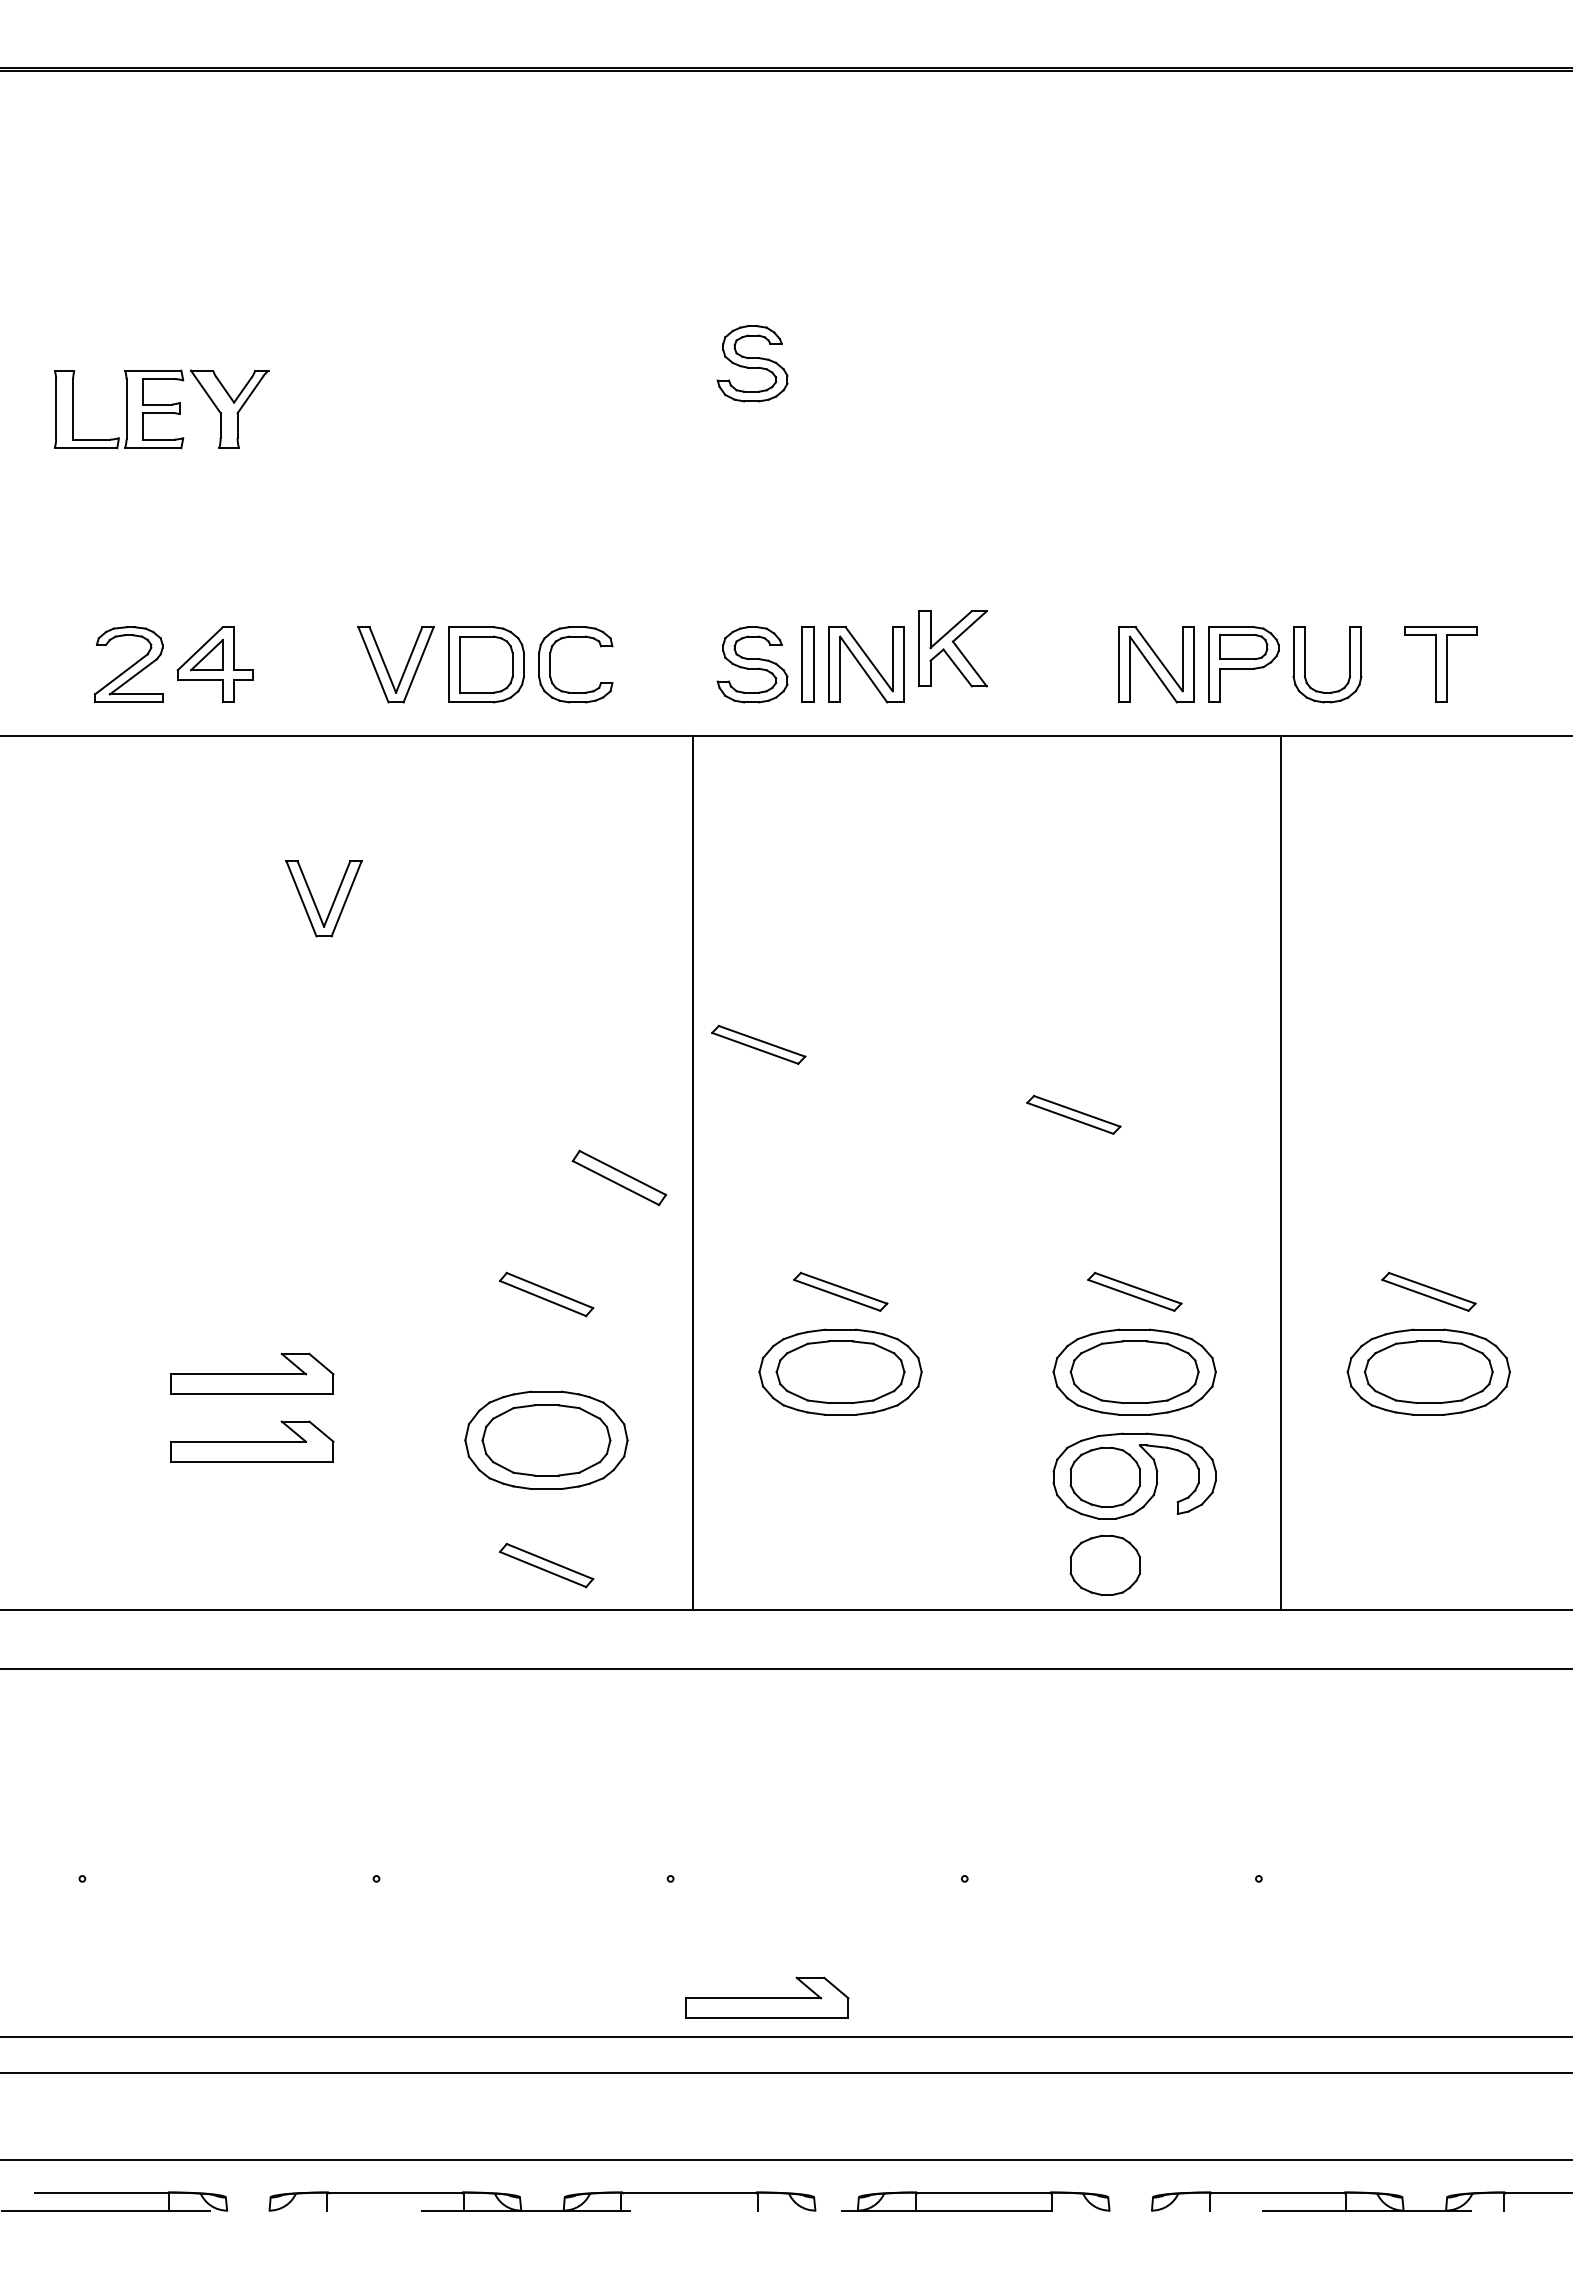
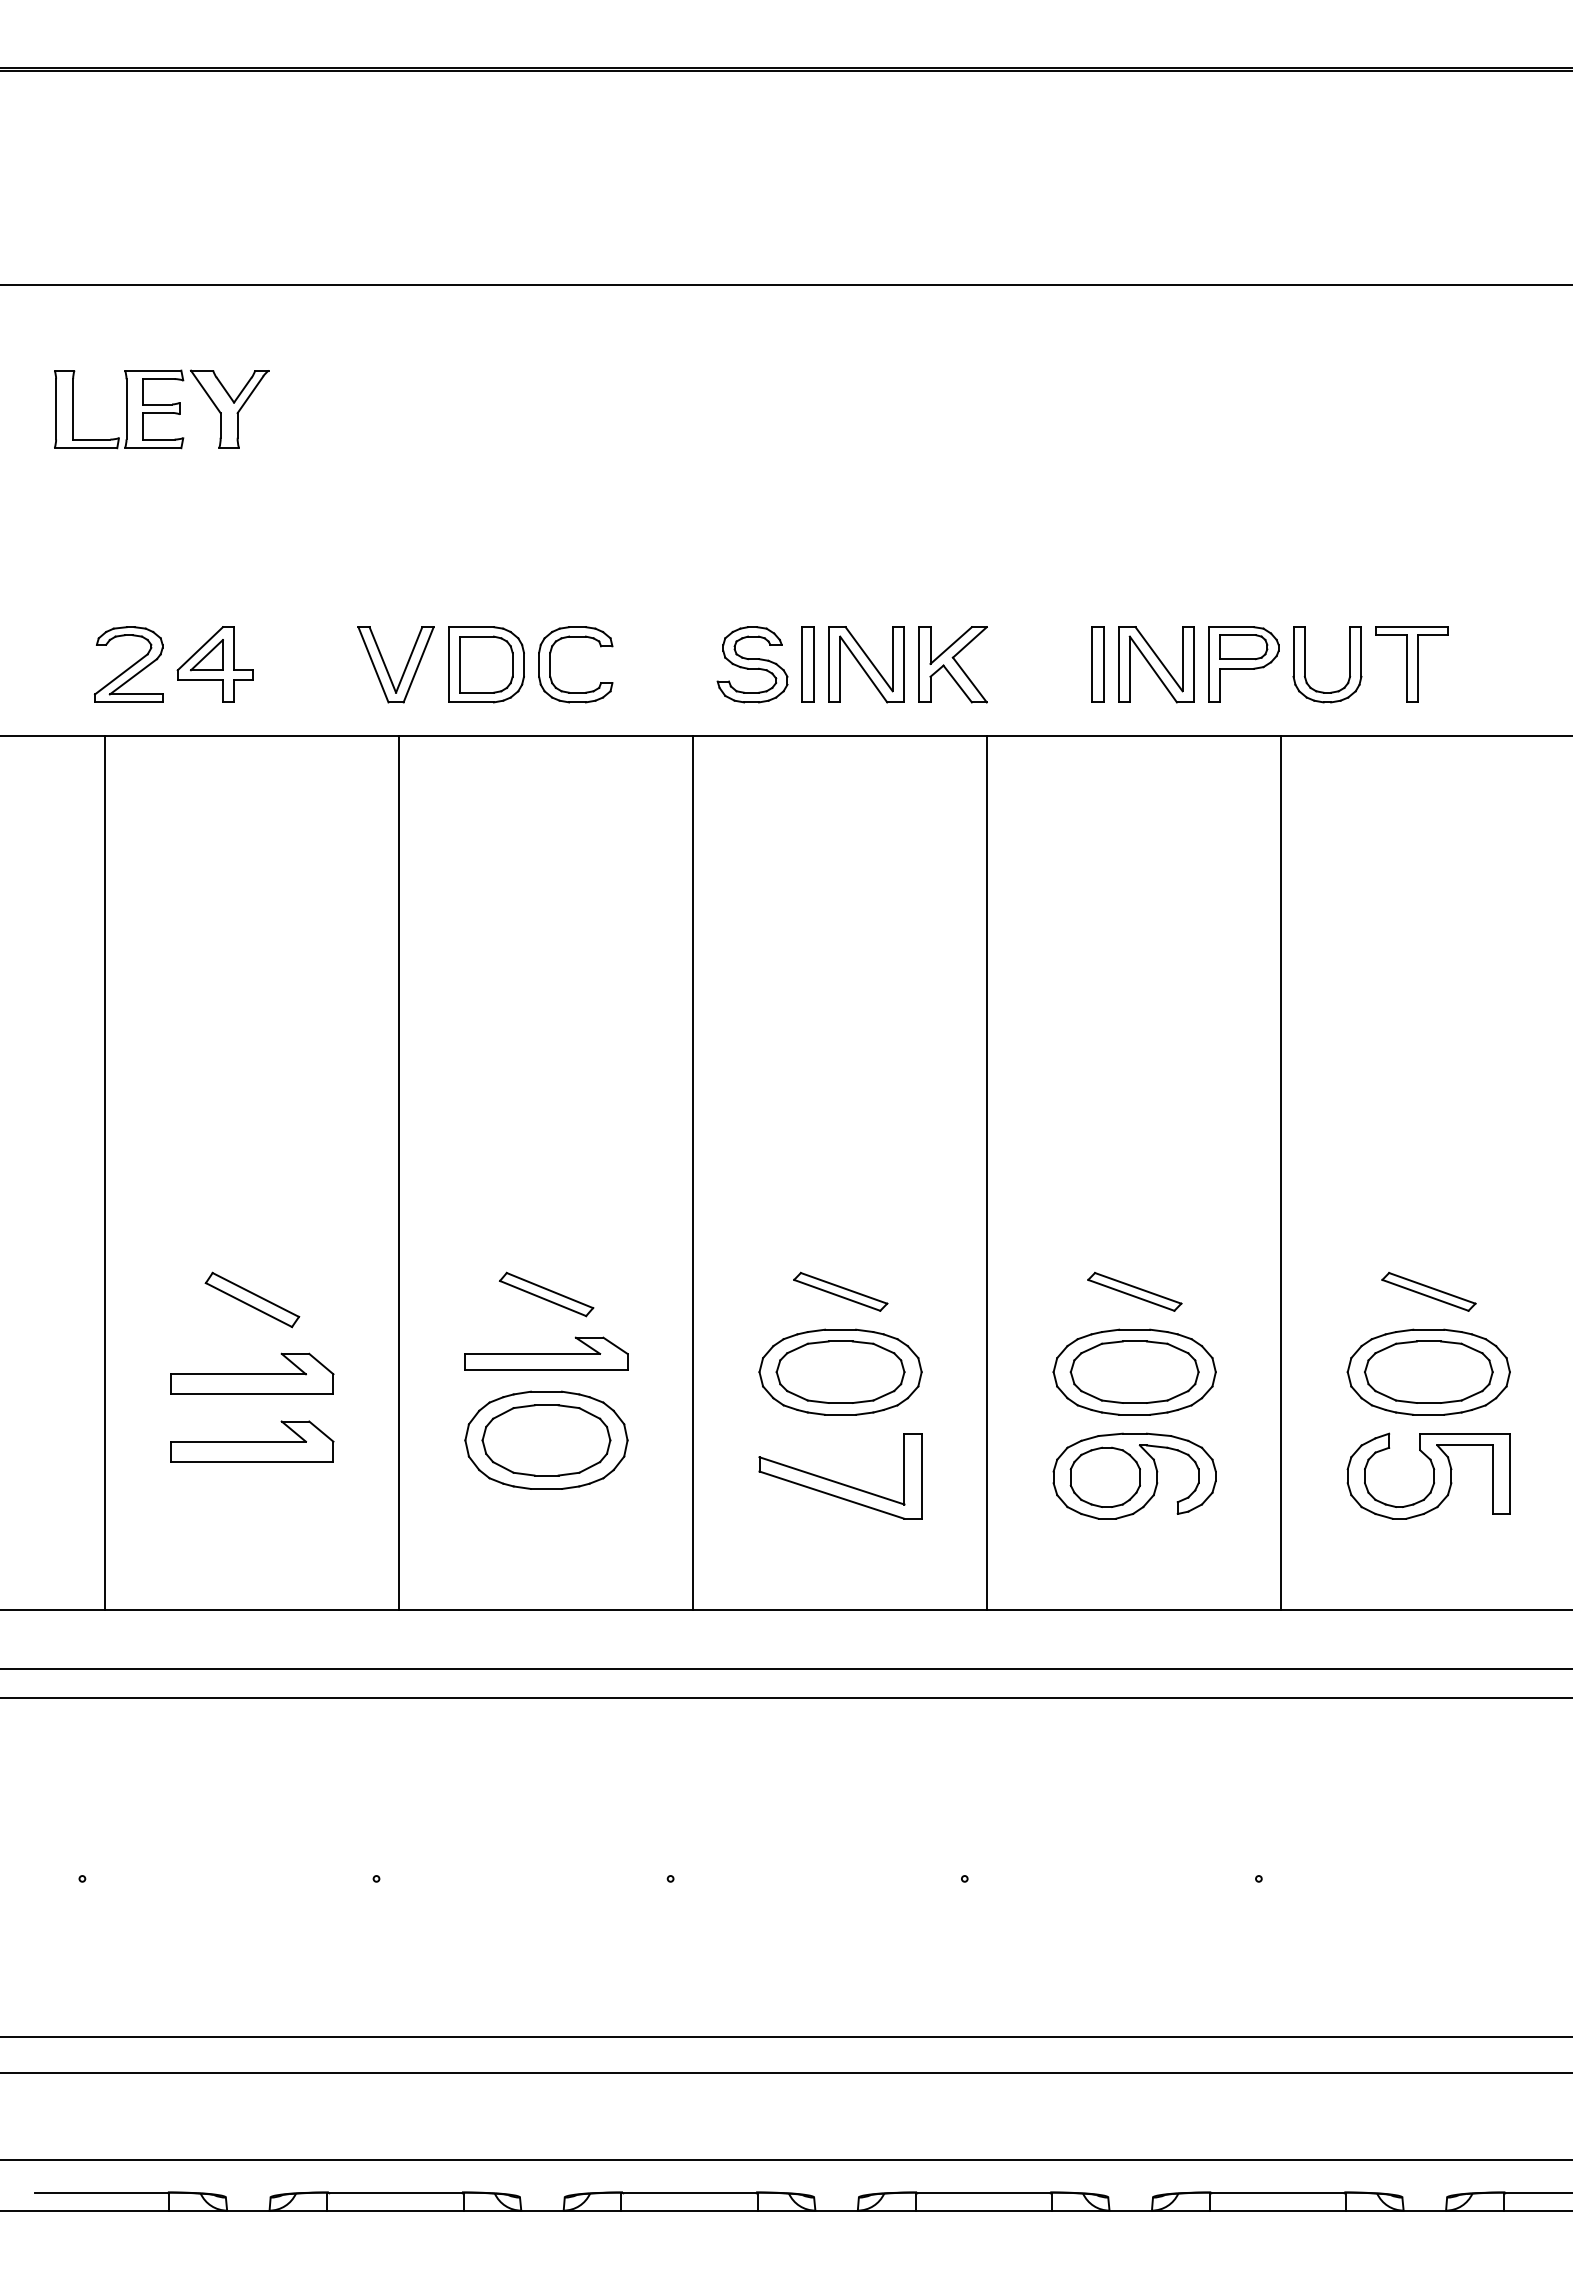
line at (785, 284): none -> present
part at (752, 363): present -> none
part at (952, 648) position: (952, 648) -> (952, 664)
part at (1097, 664): none -> present
part at (1440, 664) position: (1440, 664) -> (1411, 664)
part at (315, 902): present -> none
part at (758, 1044): present -> none
part at (1073, 1114): present -> none
line at (104, 1173): none -> present
line at (398, 1173): none -> present
line at (987, 1173): none -> present
part at (619, 1177) position: (619, 1177) -> (252, 1299)
part at (546, 1353): none -> present
part at (1428, 1475): none -> present
part at (840, 1476): none -> present
part at (1104, 1564): present -> none
part at (546, 1565): present -> none
line at (785, 1698): none -> present
part at (767, 1997): present -> none
line at (786, 2210): dashed -> solid
